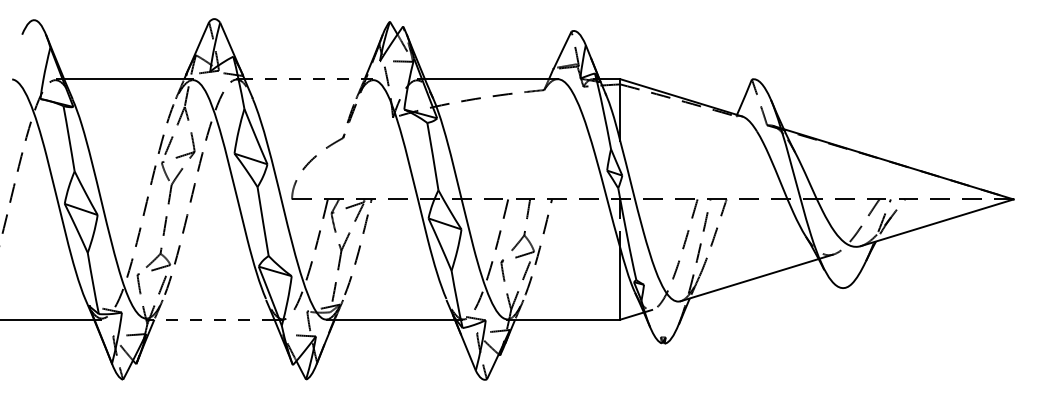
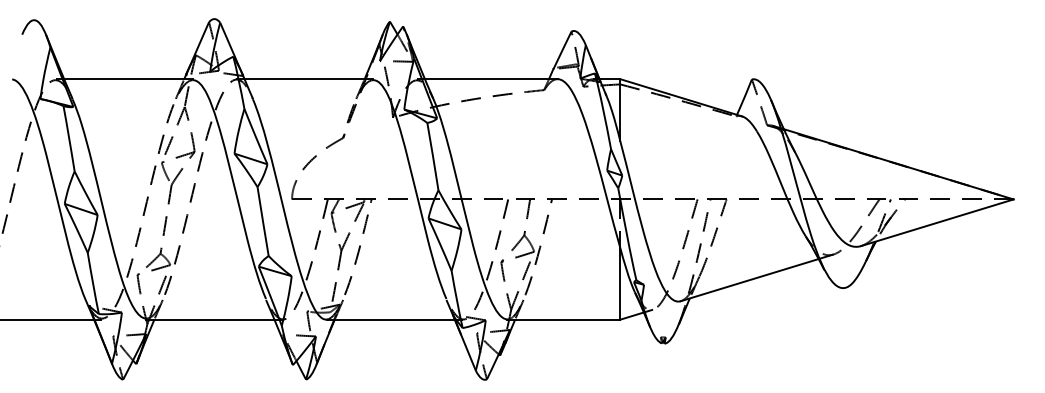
line at (308, 79): dashed -> solid
line at (209, 319): dashed -> solid
